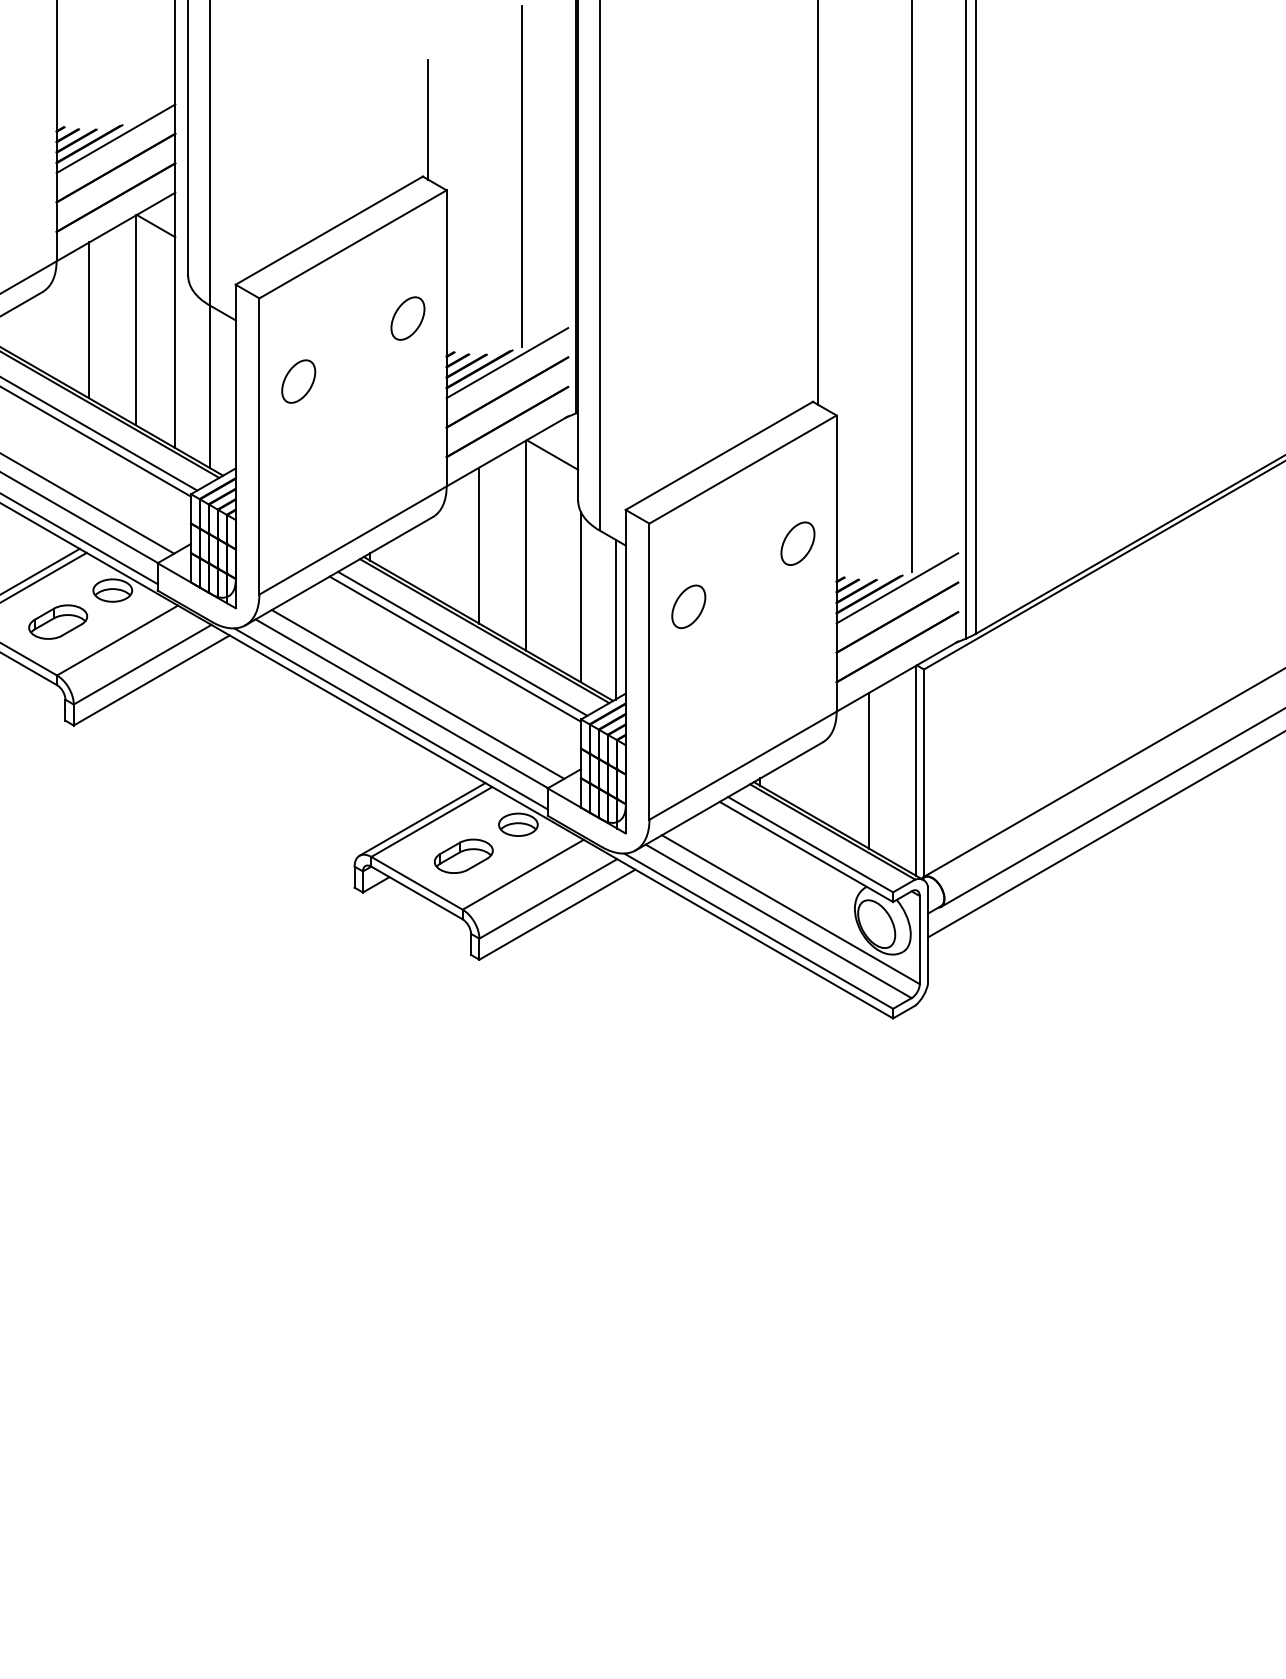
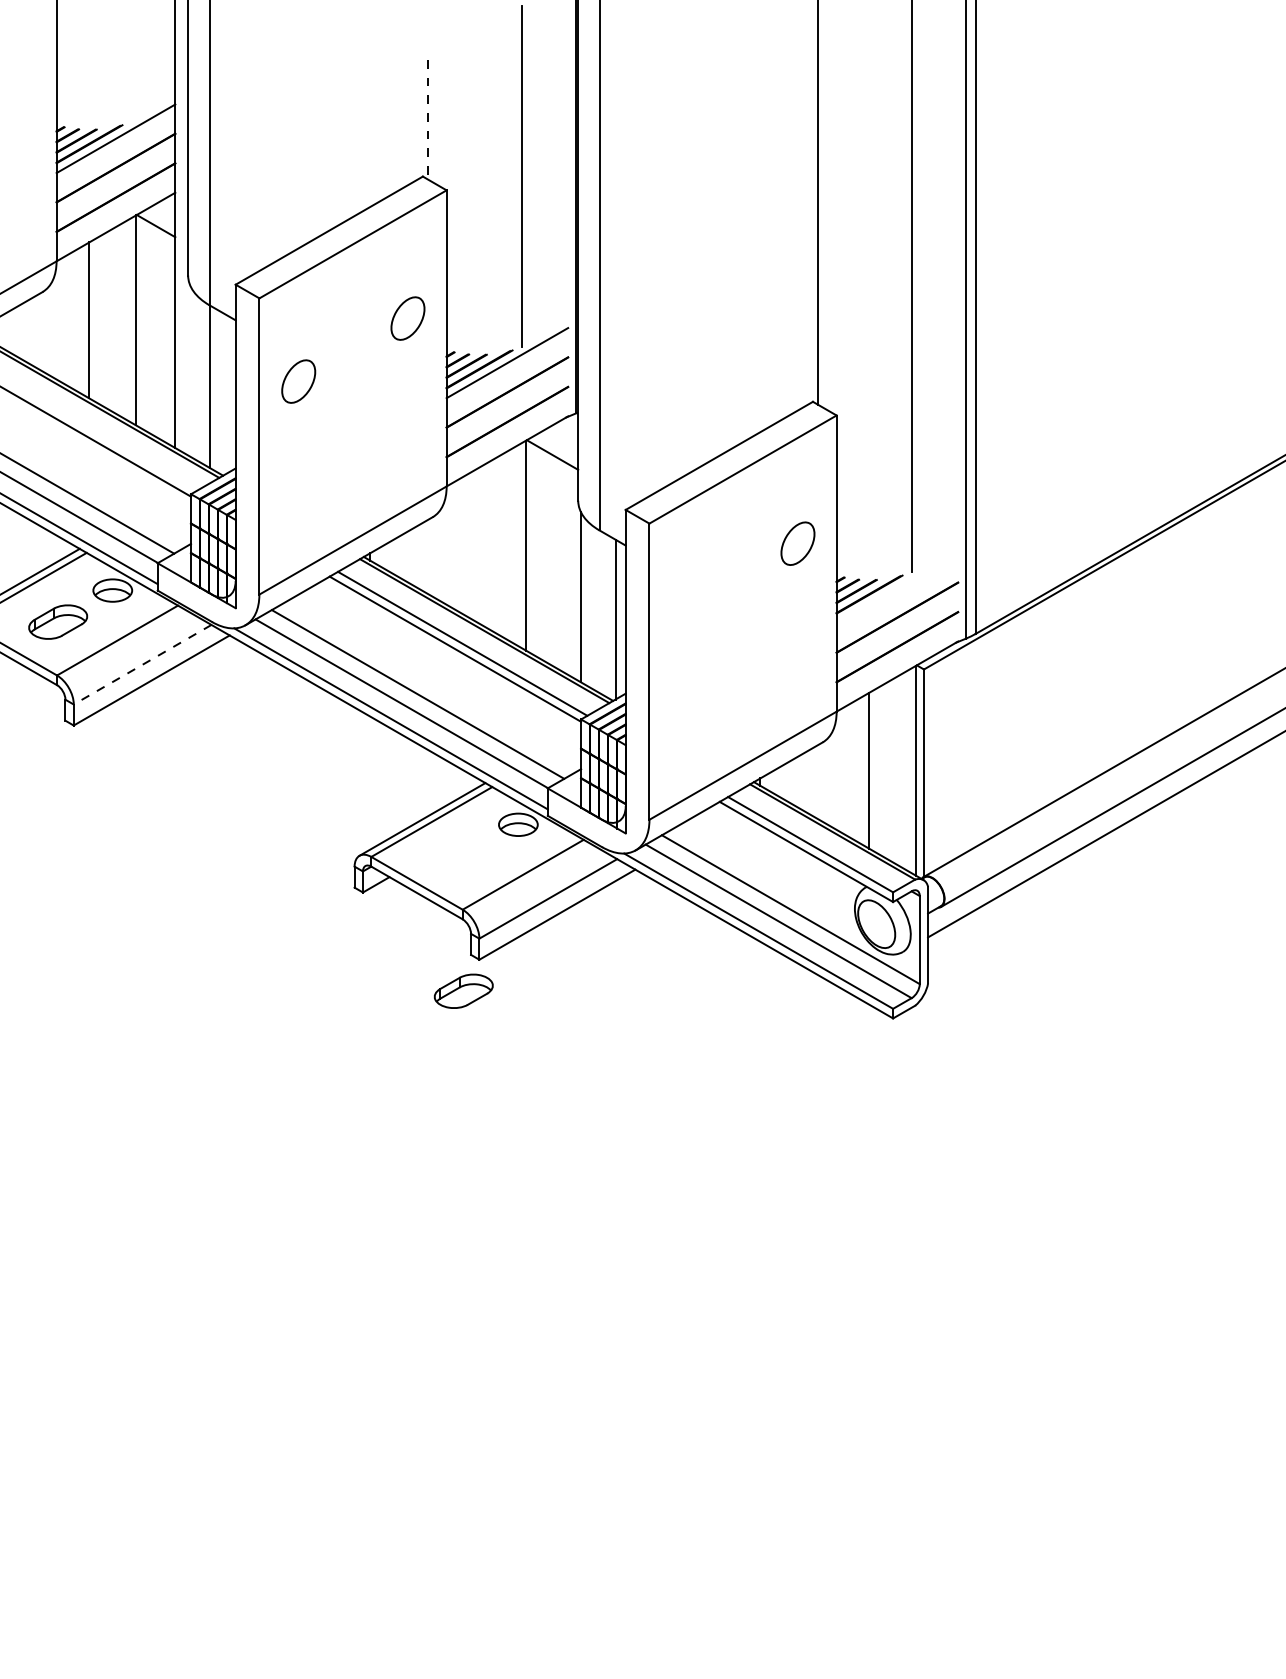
line at (427, 119): solid -> dashed
line at (99, 434): present -> none
line at (479, 545): present -> none
line at (897, 588): present -> none
part at (688, 606): present -> none
line at (142, 664): solid -> dashed
part at (463, 855) position: (463, 855) -> (463, 990)
